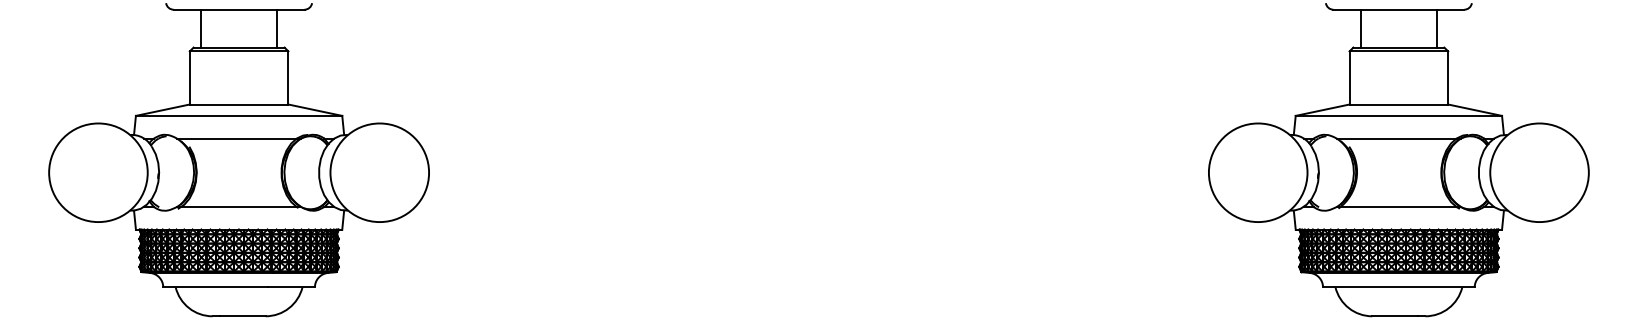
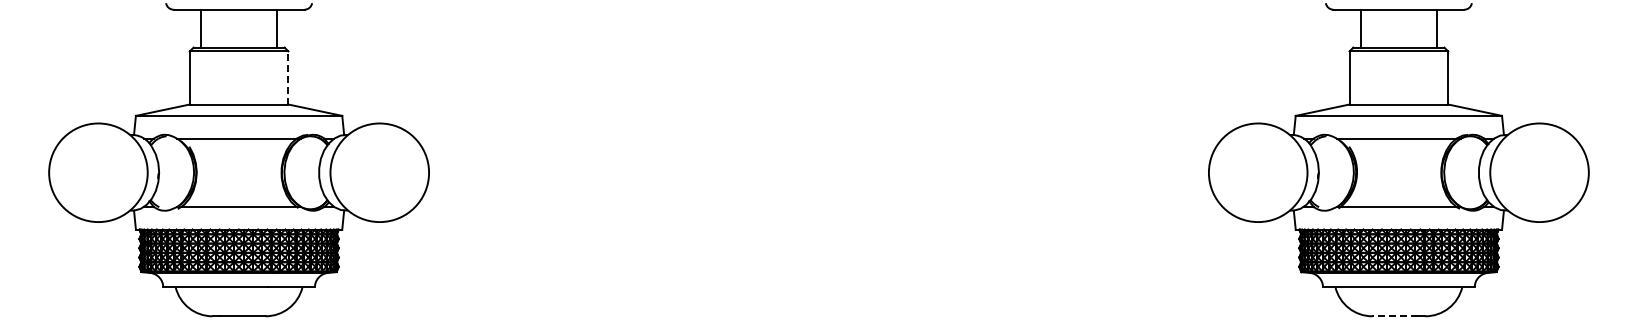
line at (288, 77): solid -> dashed
line at (1394, 316): solid -> dashed
